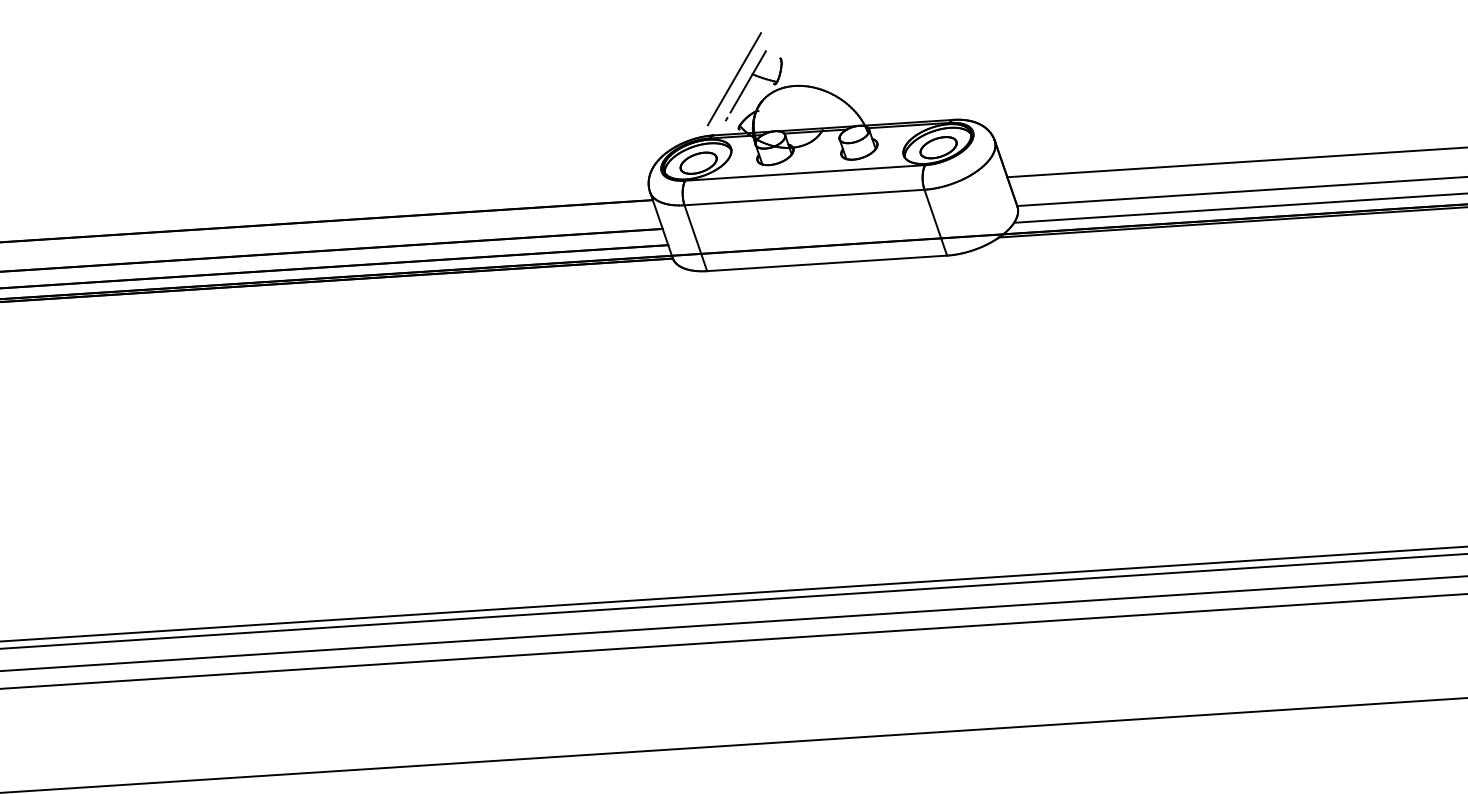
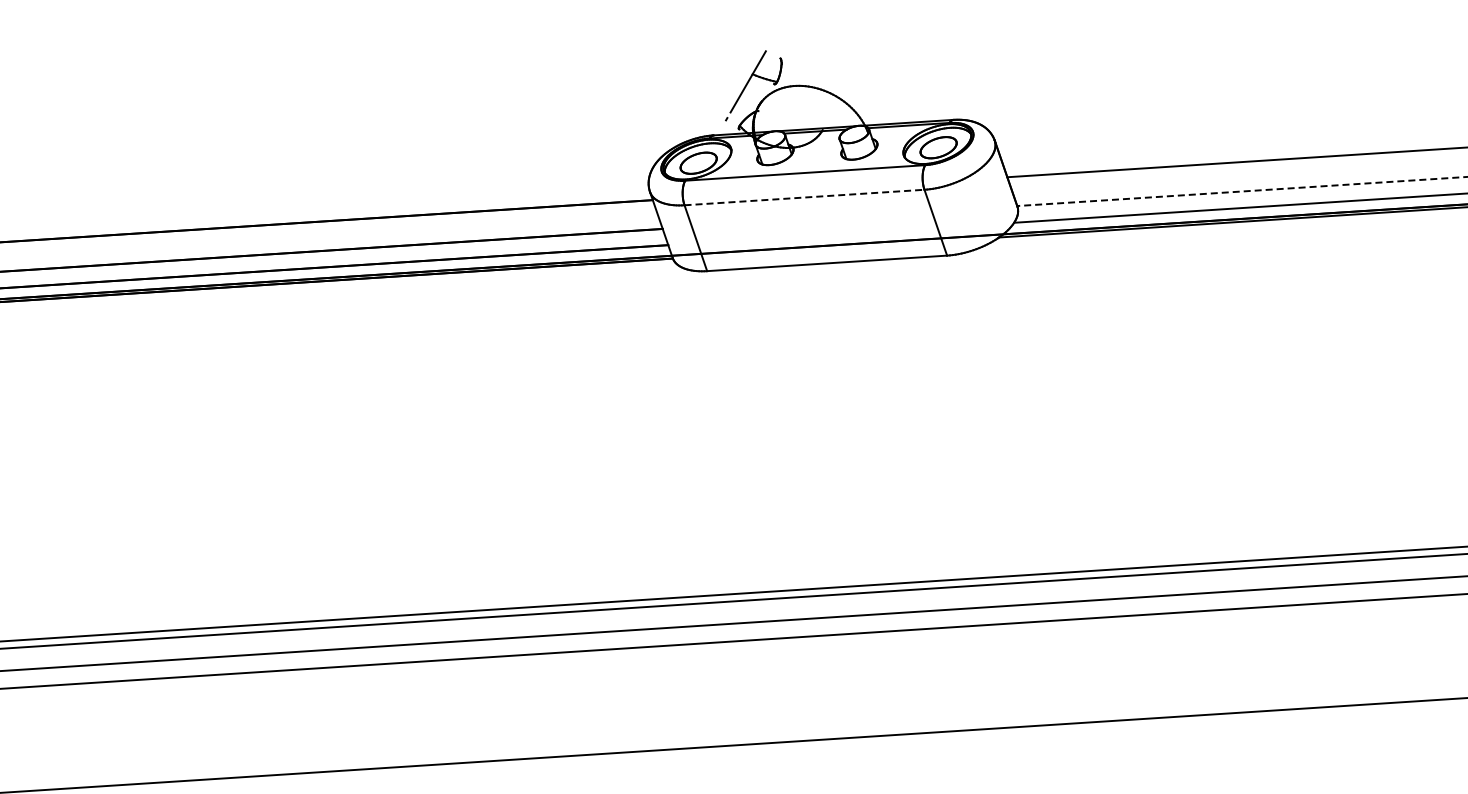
line at (733, 79): present -> none
line at (1241, 191): solid -> dashed
line at (805, 197): solid -> dashed
